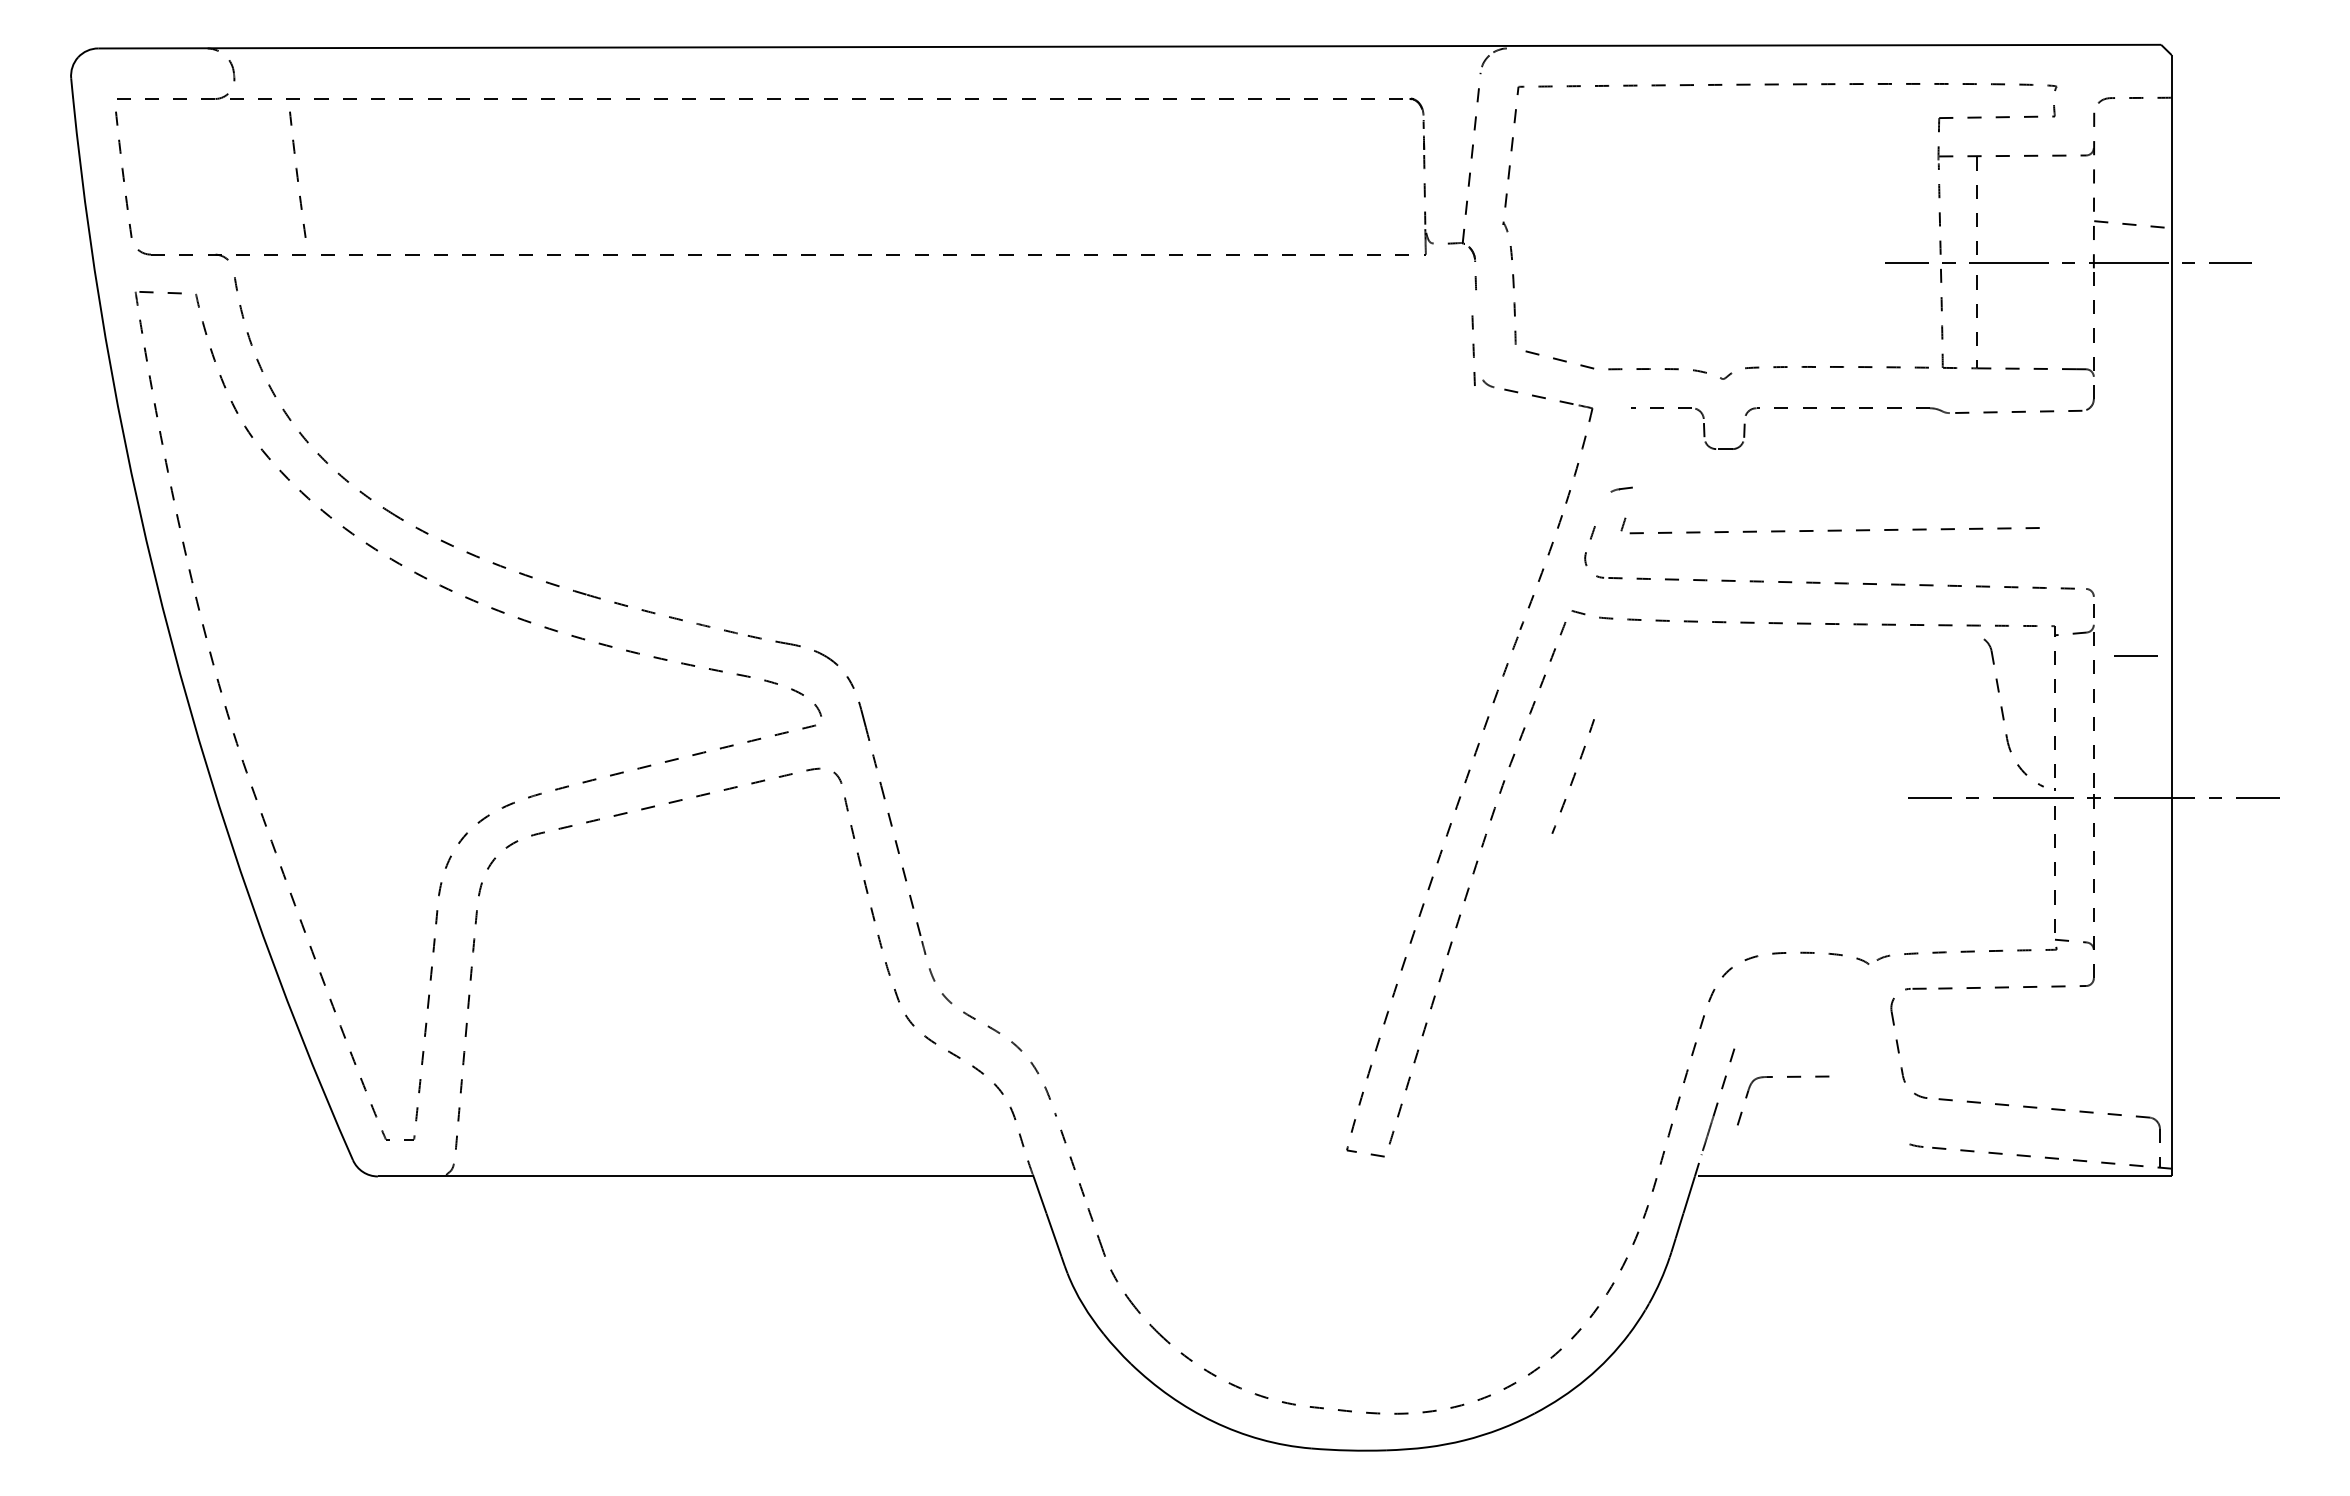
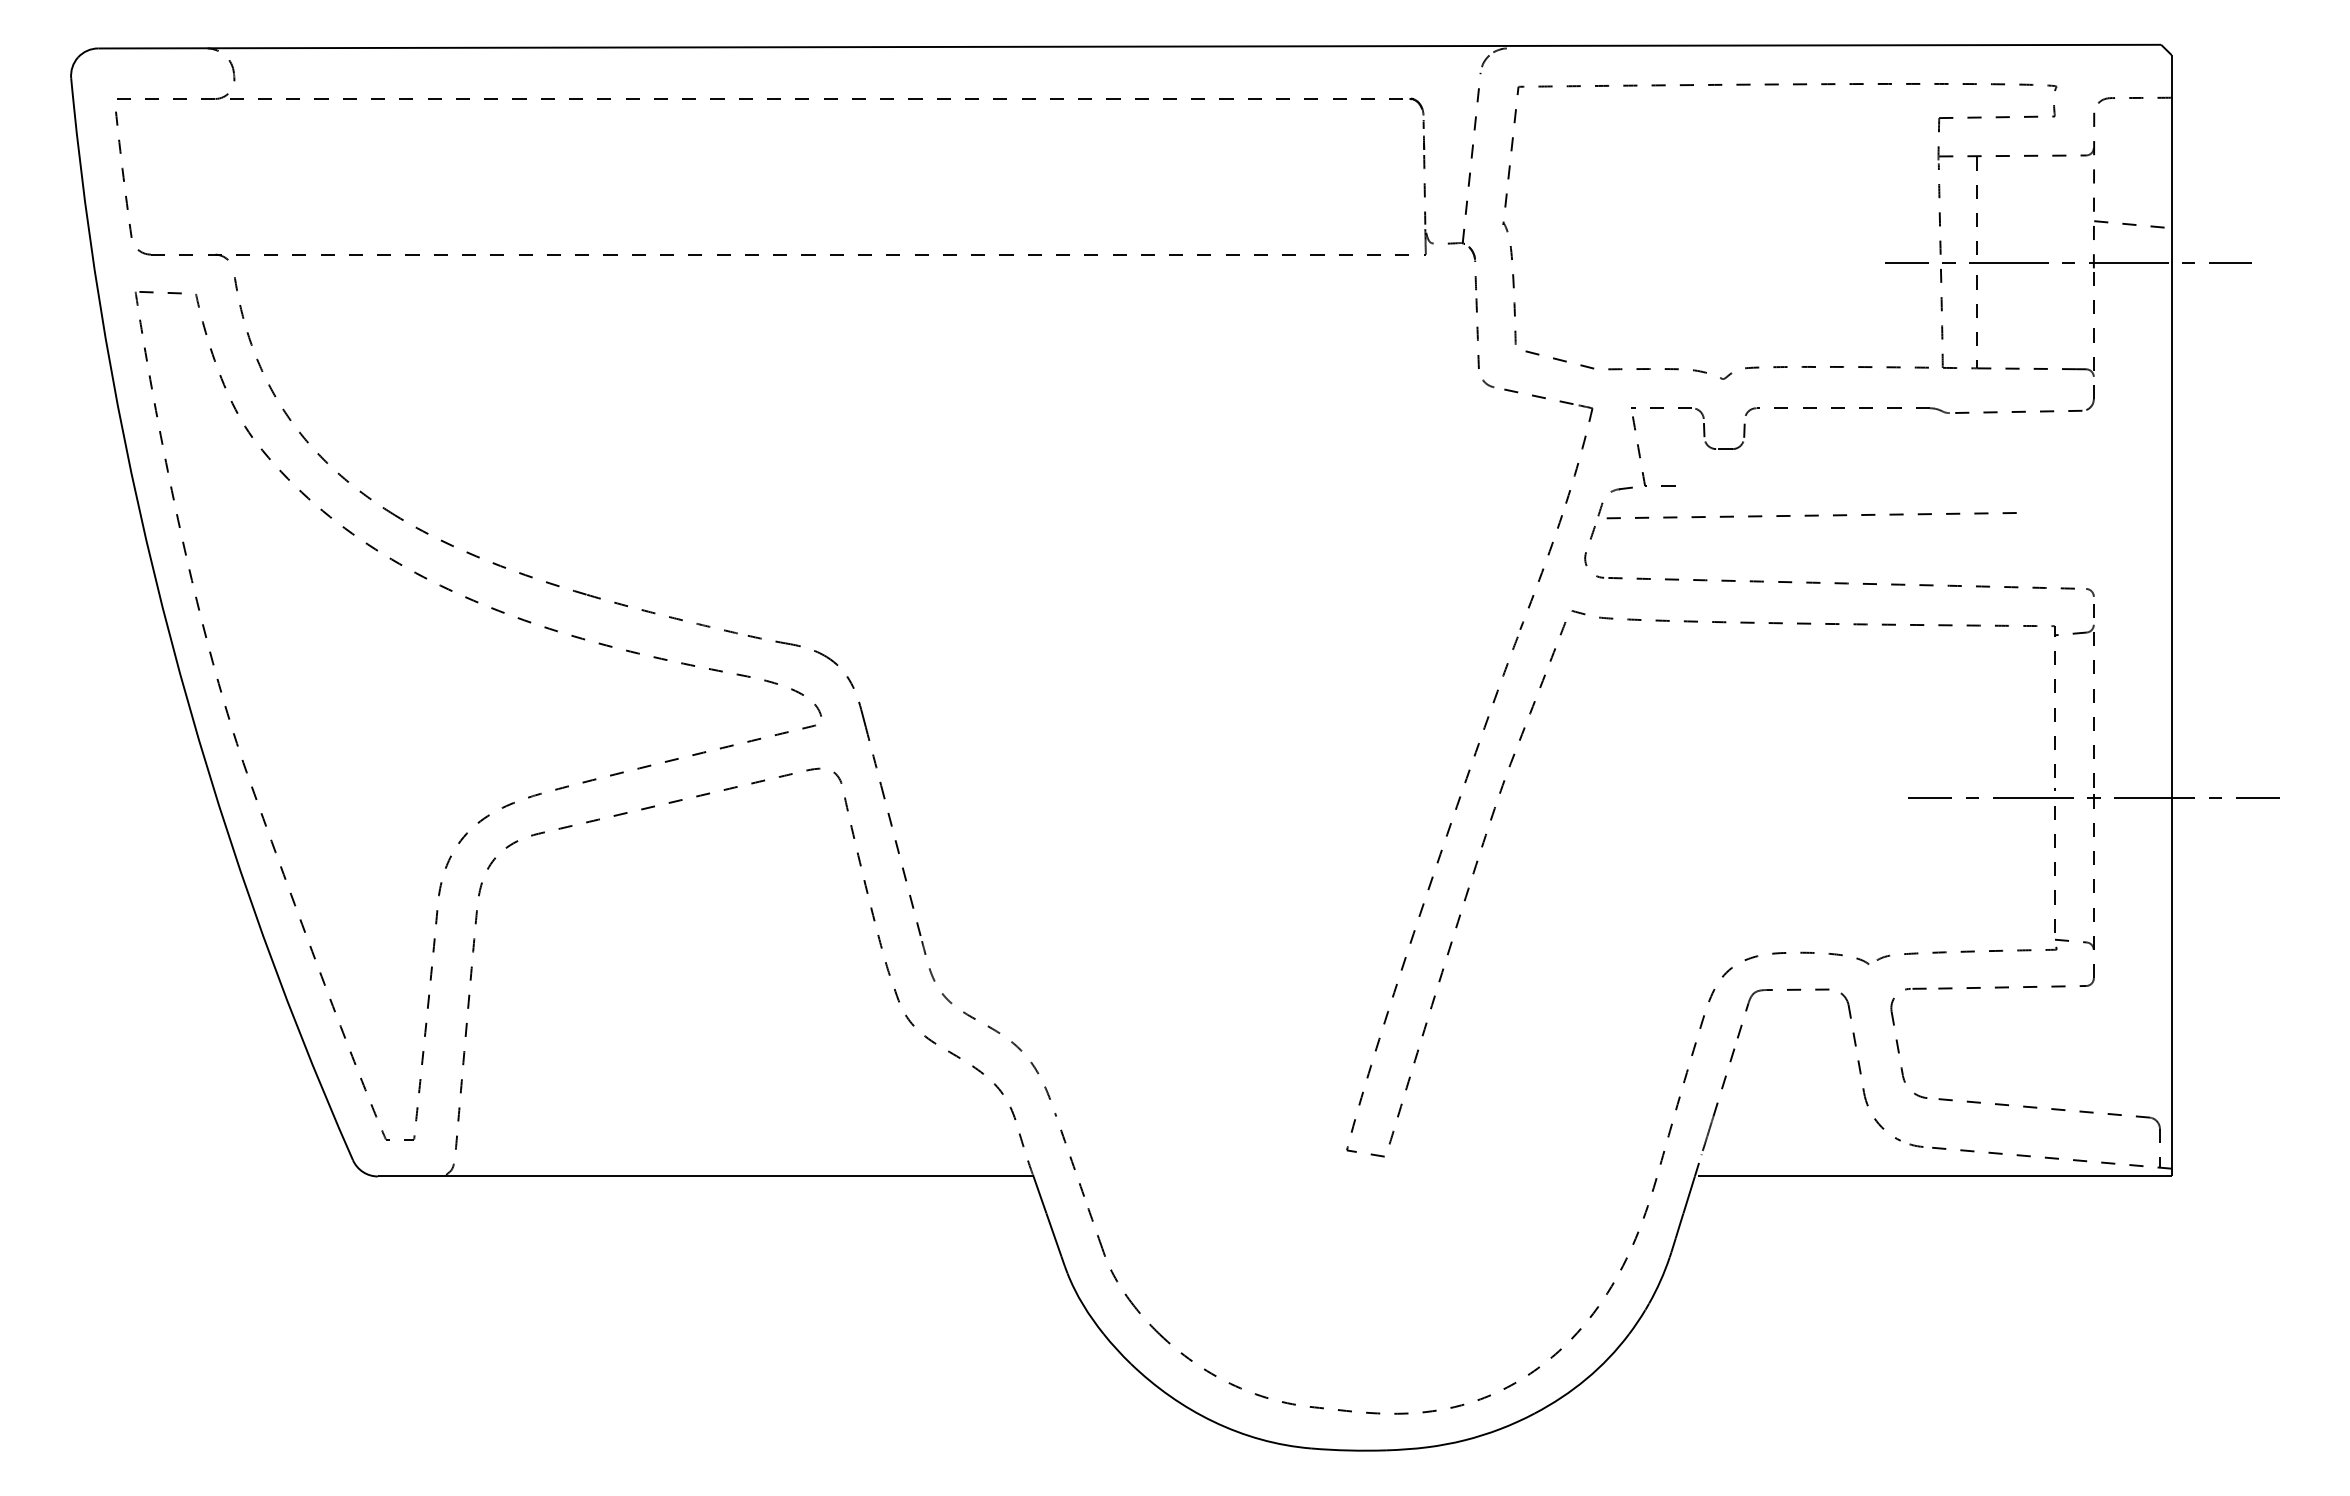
part at (297, 174): present -> none
part at (1473, 350) position: (1473, 350) -> (1477, 333)
part at (1640, 452): none -> present
part at (1829, 525) position: (1829, 525) -> (1806, 510)
line at (2135, 655): present -> none
part at (2004, 716) position: (2004, 716) -> (1861, 1070)
part at (1572, 776): present -> none
part at (1787, 1077) position: (1787, 1077) -> (1787, 990)
